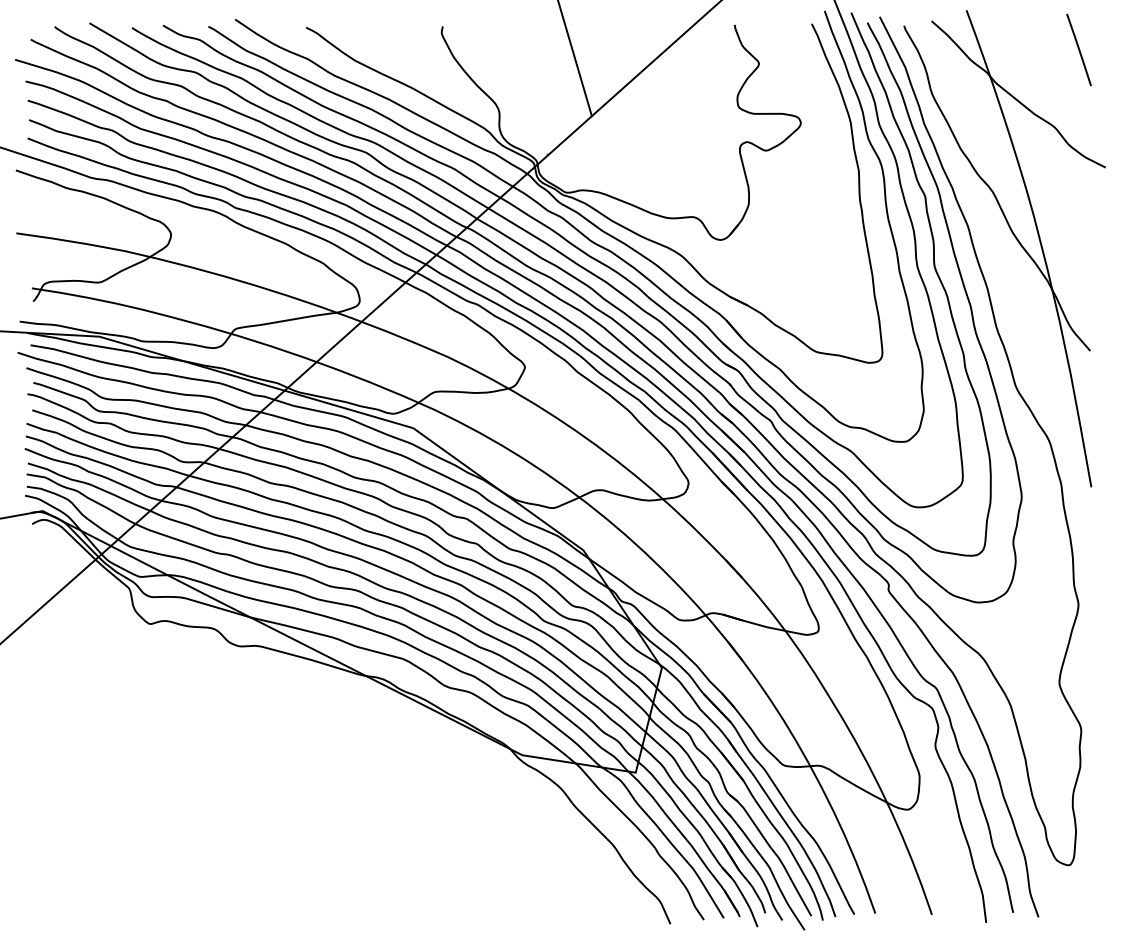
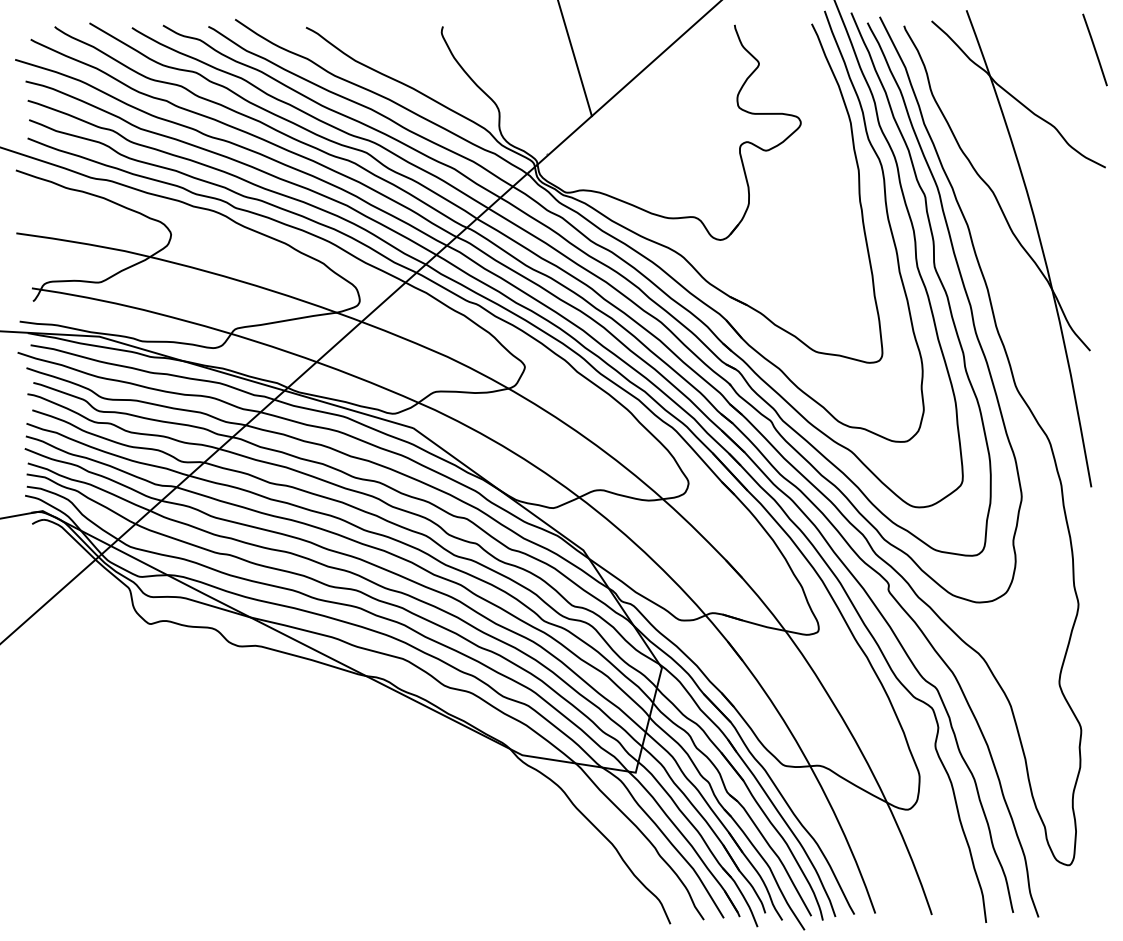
line at (1078, 49) position: (1078, 49) -> (1094, 49)
